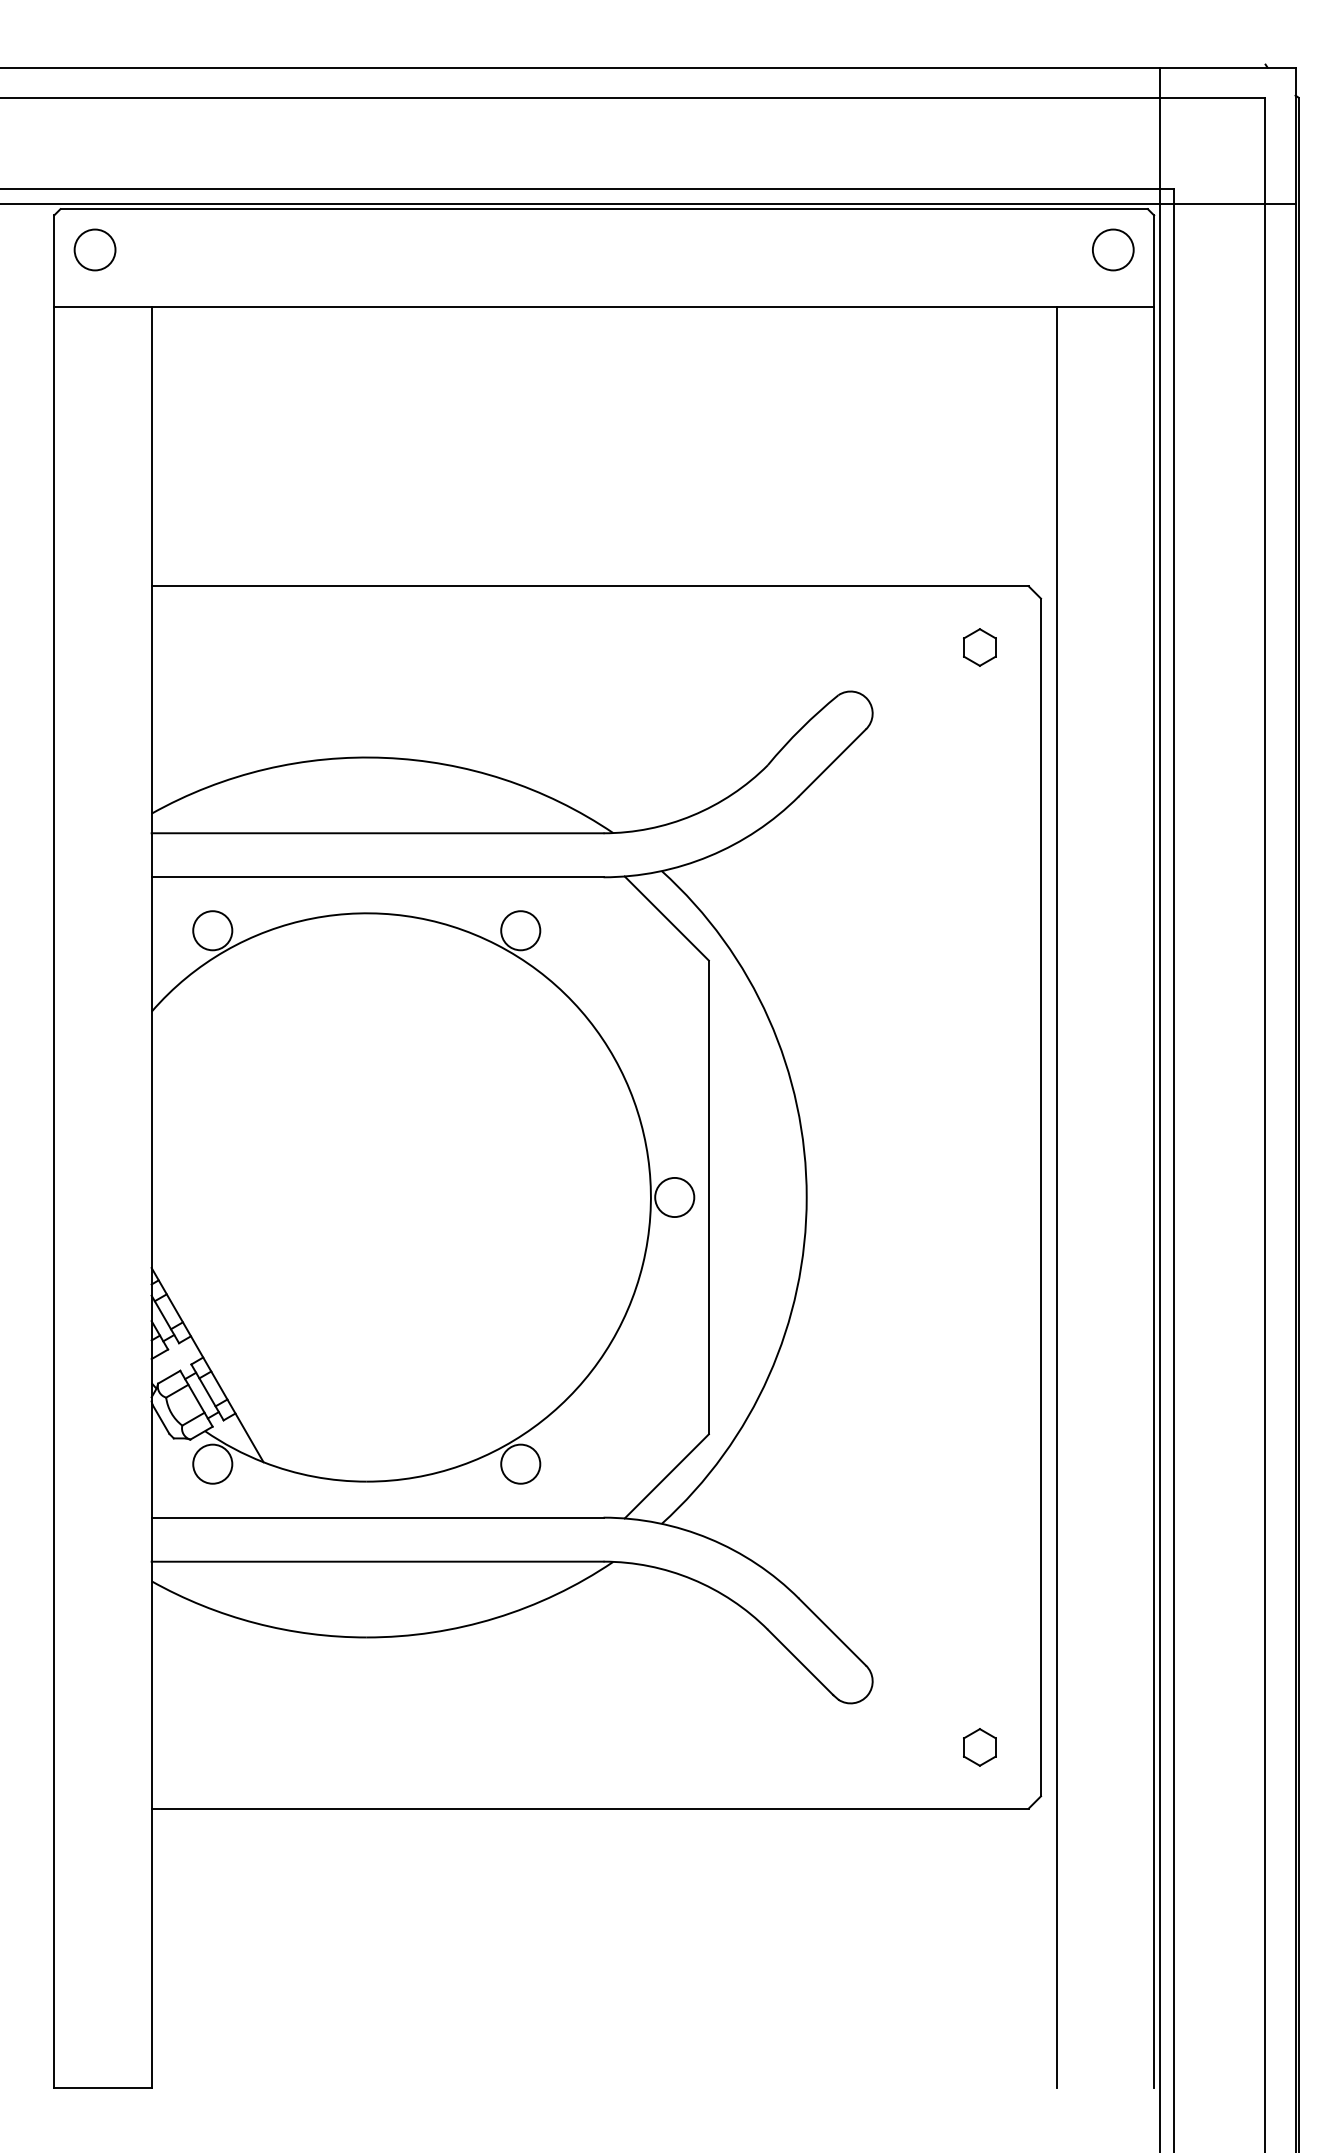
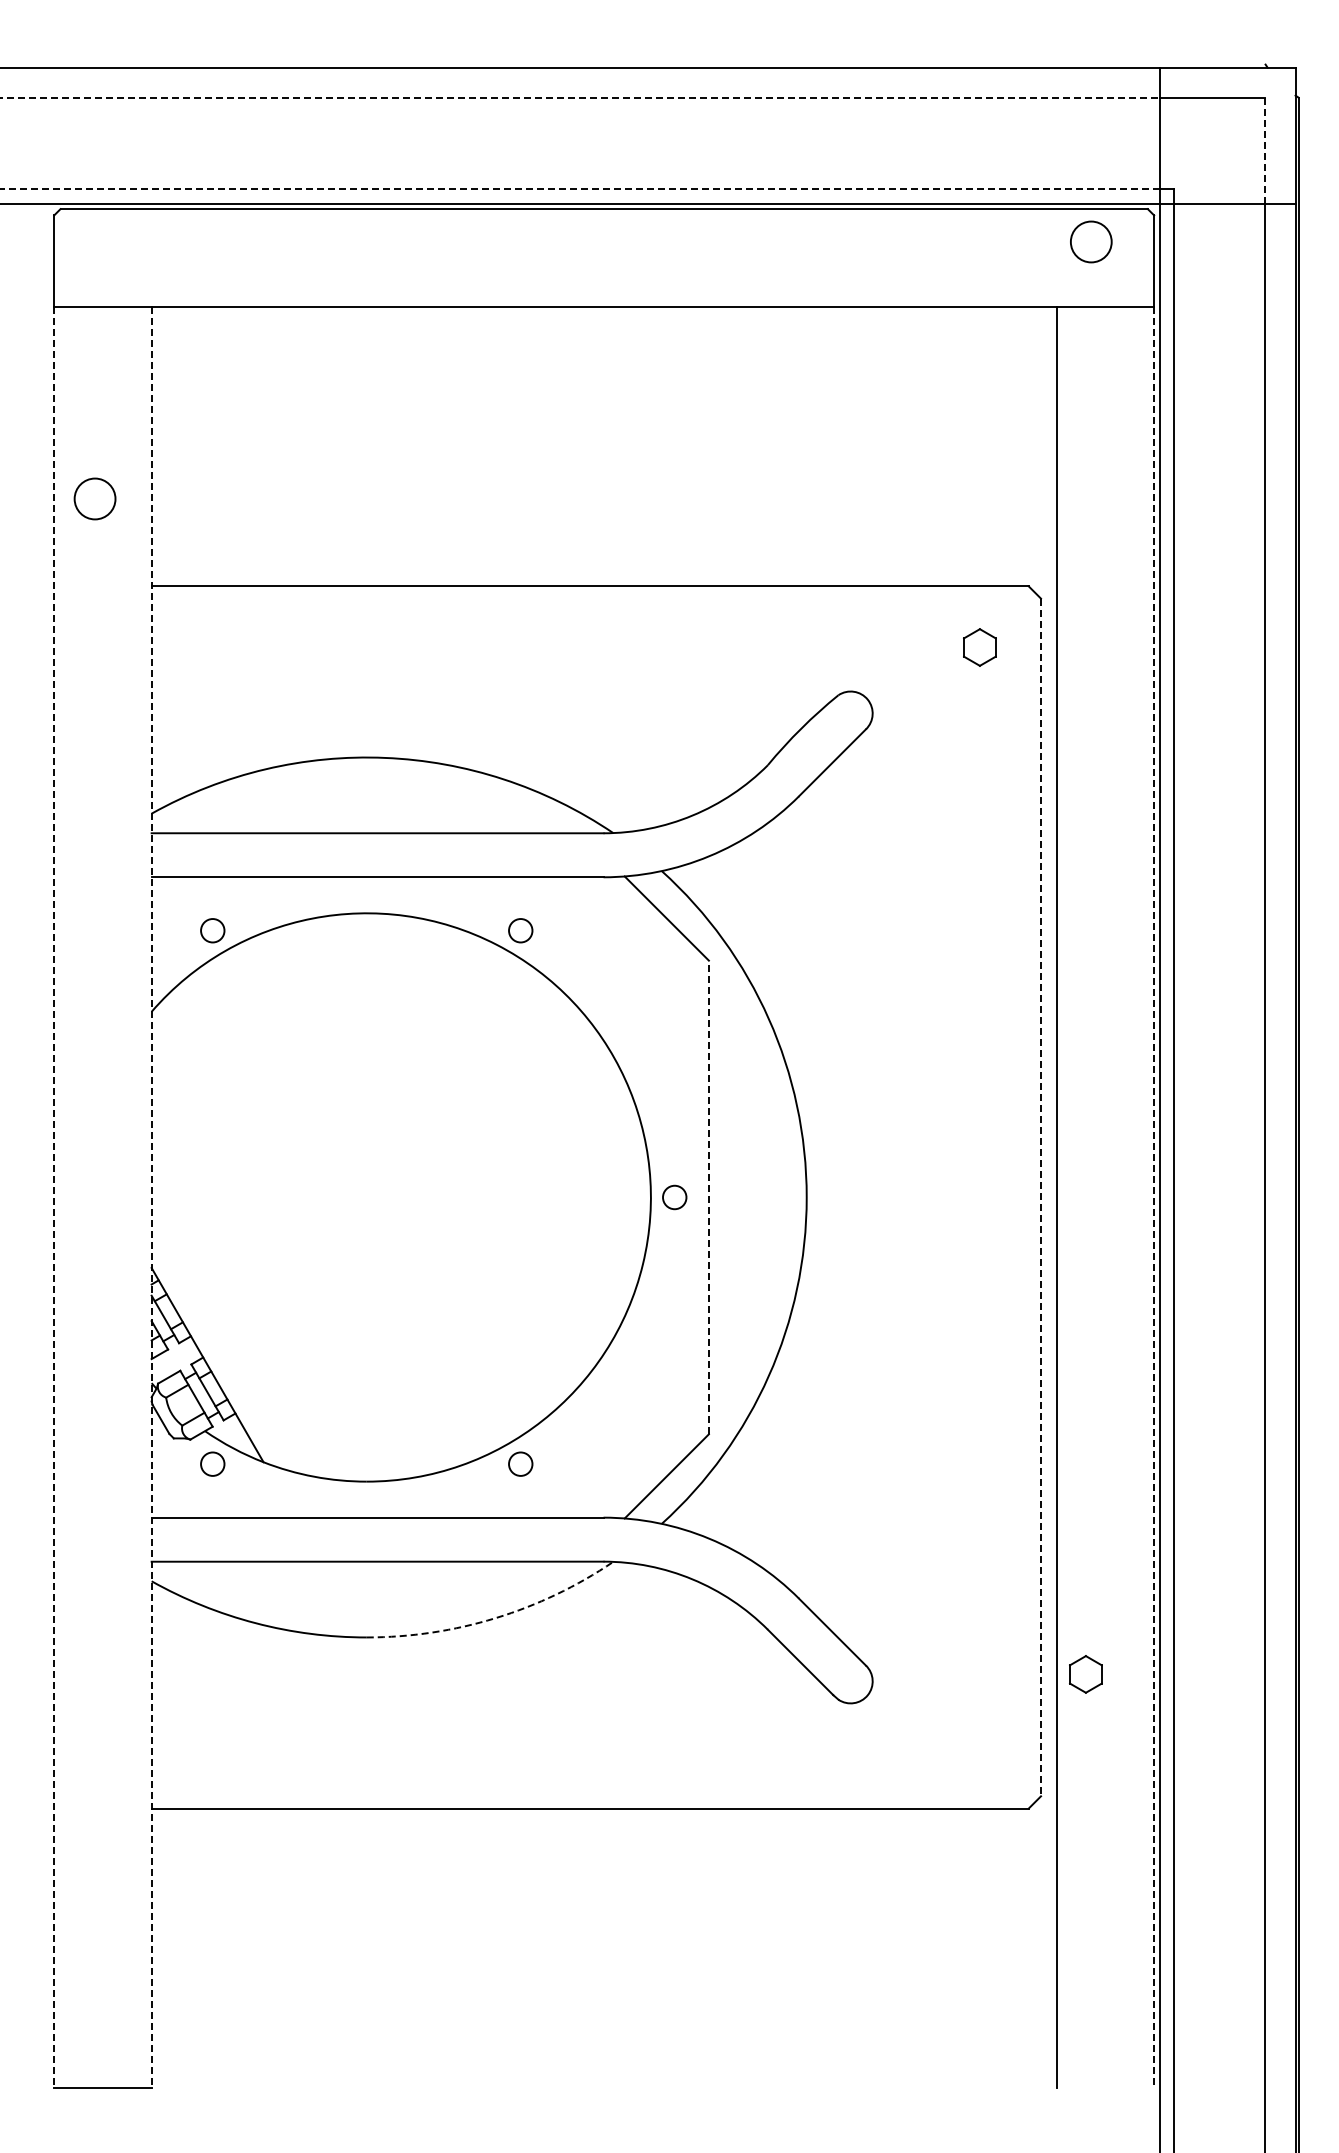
line at (580, 97): solid -> dashed
line at (1265, 150): solid -> dashed
line at (579, 189): solid -> dashed
circle at (94, 249) position: (94, 249) -> (94, 498)
circle at (1113, 249) position: (1113, 249) -> (1091, 241)
circle at (212, 930) diameter: 39 px -> 23 px
circle at (520, 930) diameter: 39 px -> 23 px
line at (54, 1197): solid -> dashed
line at (151, 1197): solid -> dashed
circle at (674, 1197) diameter: 39 px -> 23 px
line at (708, 1197): solid -> dashed
line at (1041, 1197): solid -> dashed
line at (1154, 1197): solid -> dashed
circle at (212, 1463) diameter: 39 px -> 23 px
circle at (520, 1463) diameter: 39 px -> 23 px
arc at (495, 1618): solid -> dashed
part at (979, 1747) position: (979, 1747) -> (1085, 1674)
